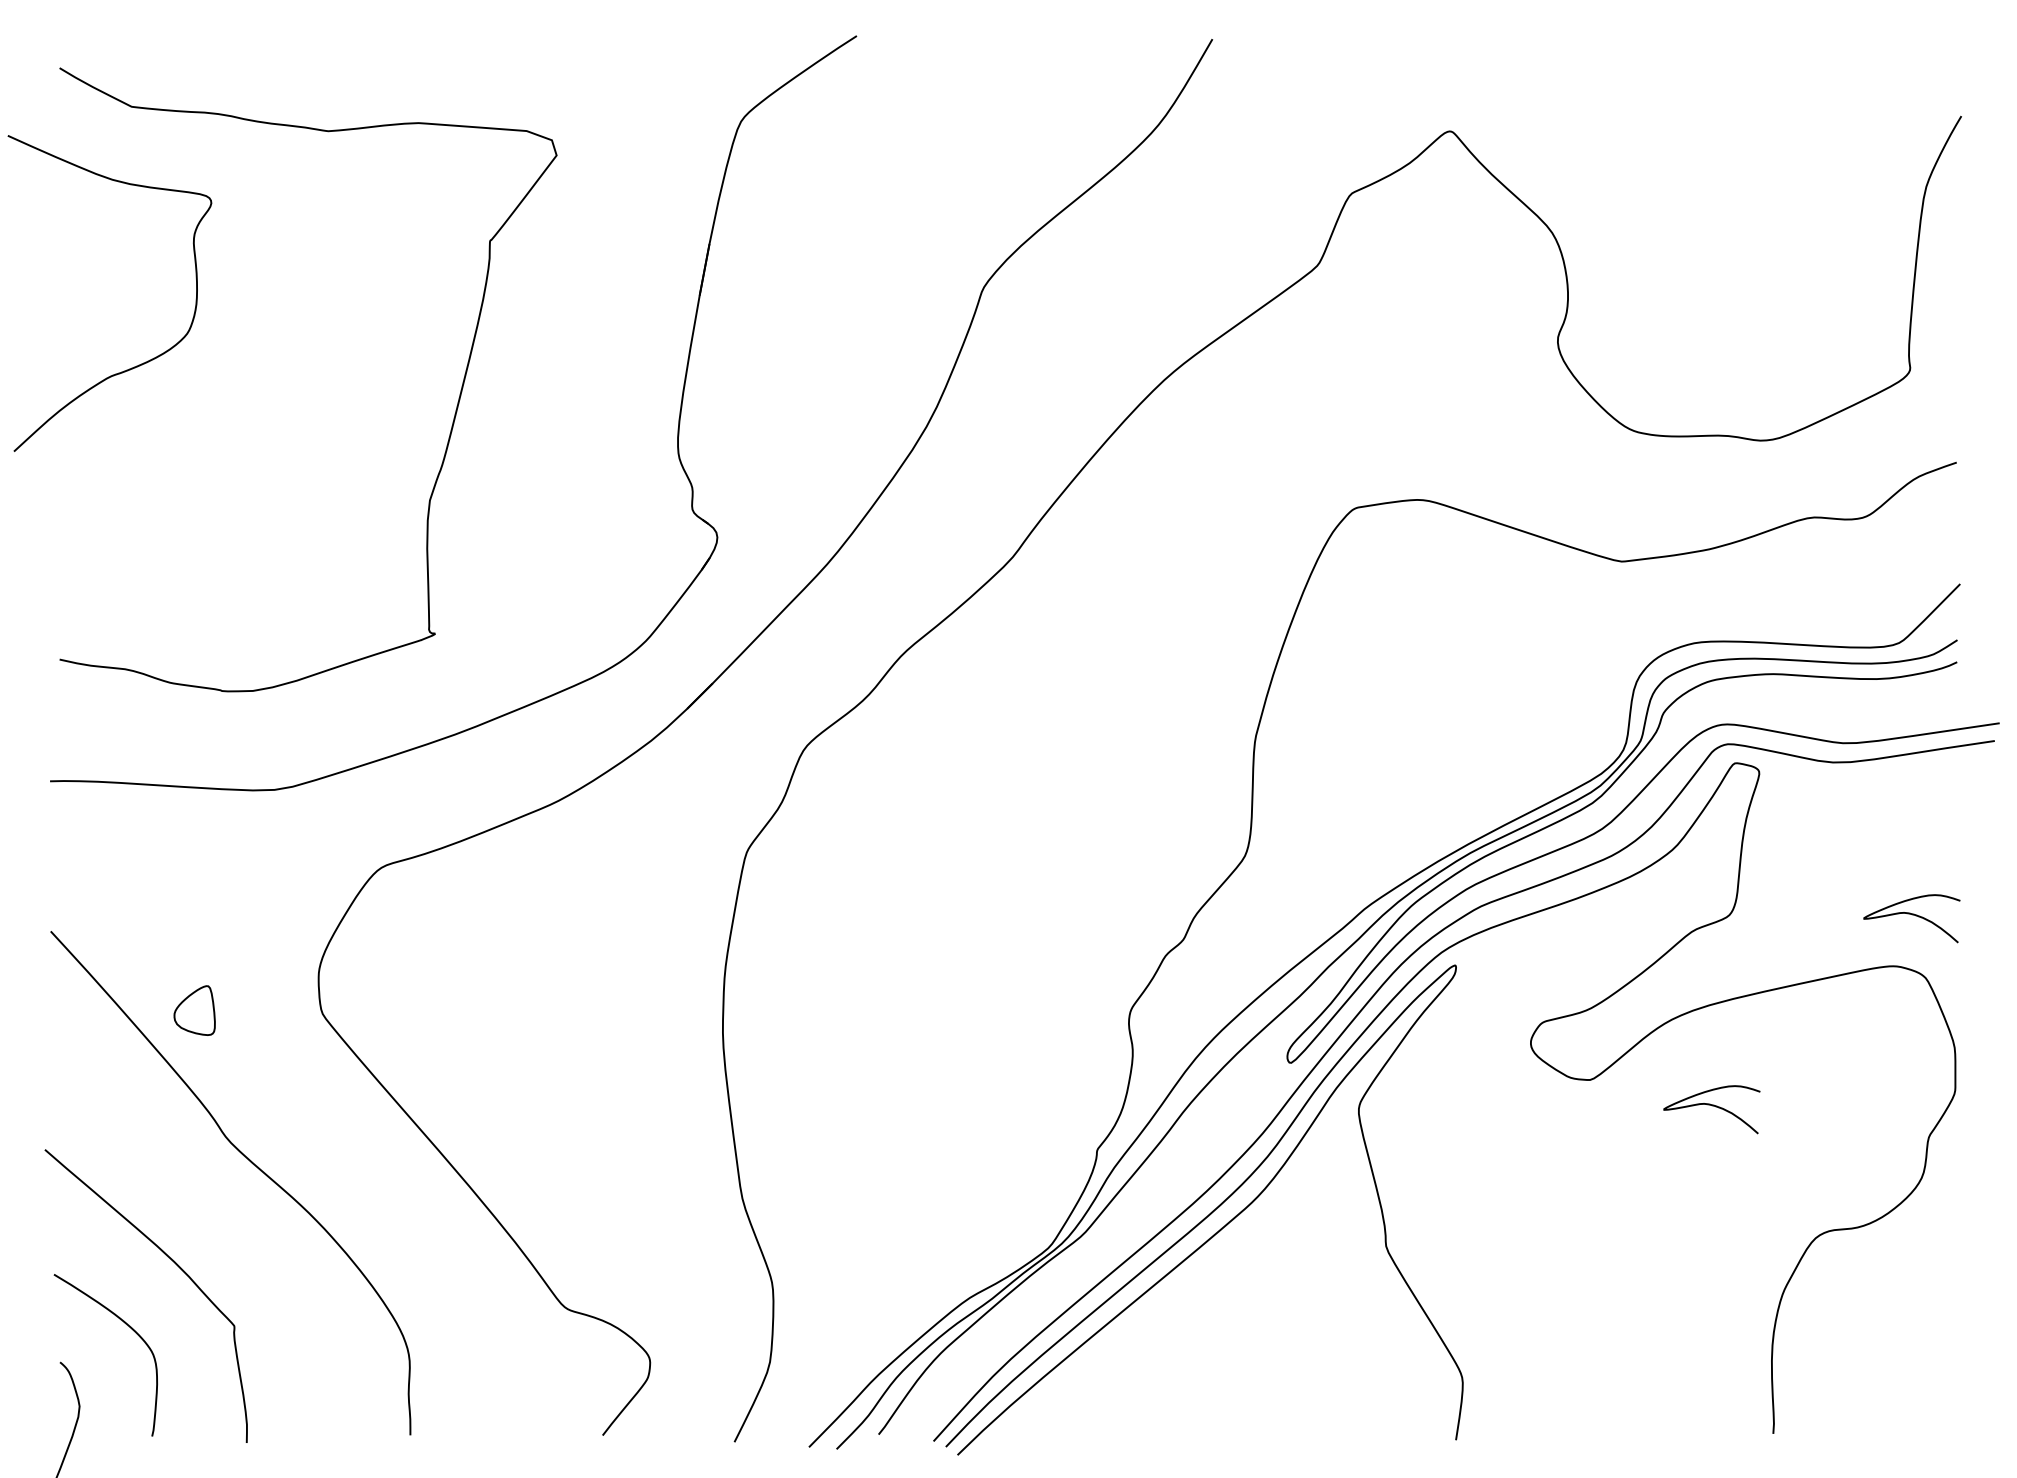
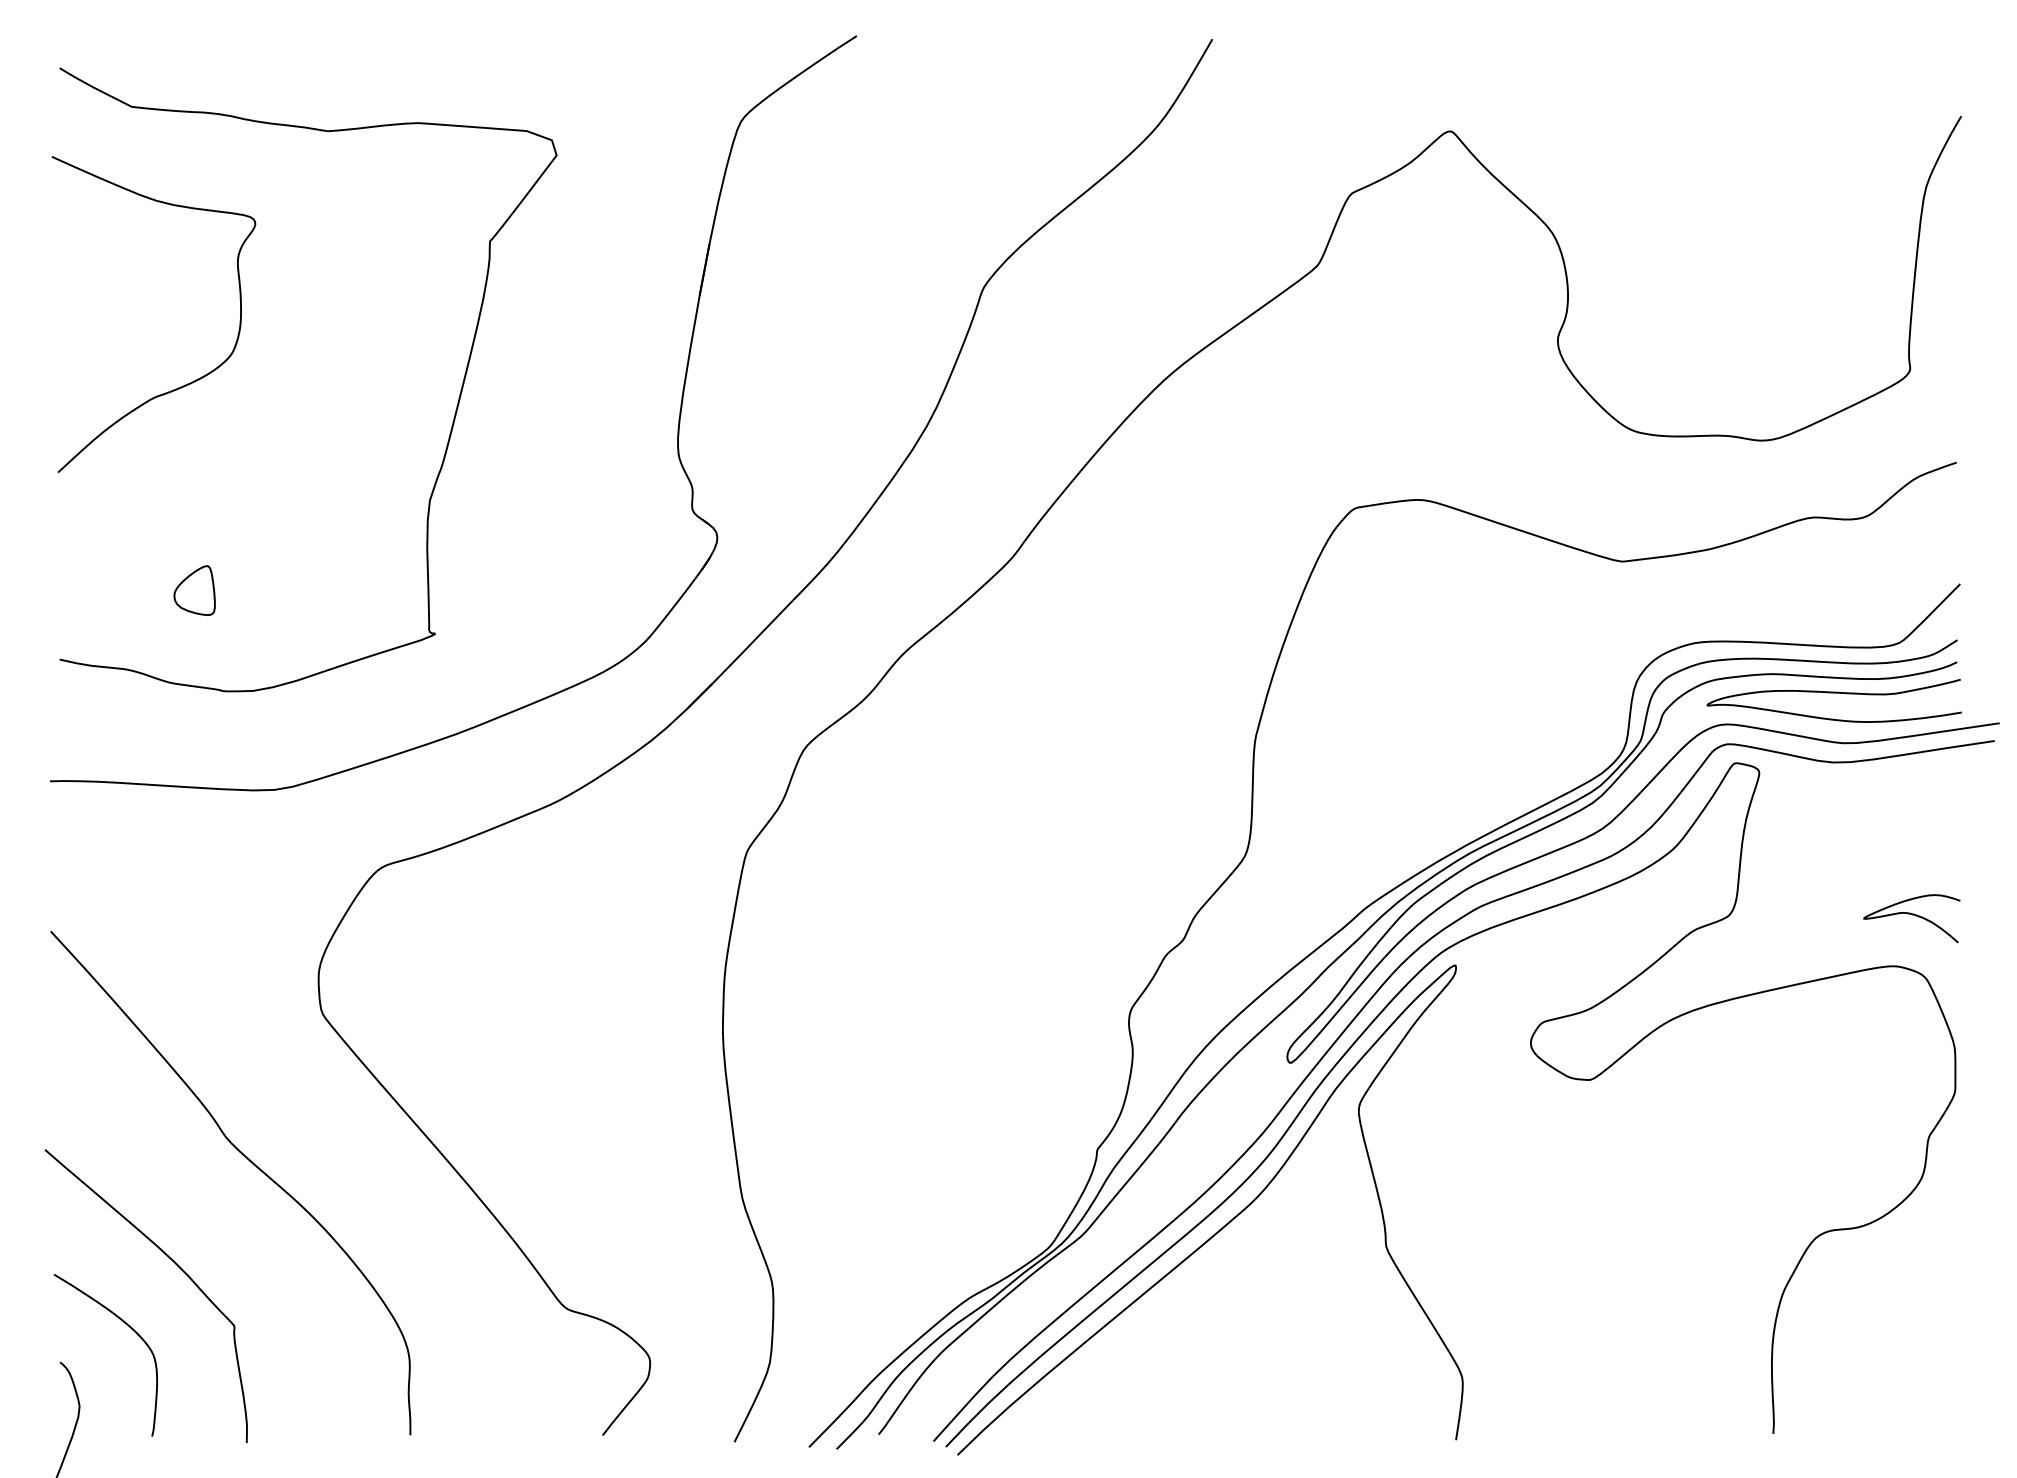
curve at (136, 365) position: (136, 365) -> (180, 386)
curve at (1833, 693): none -> present
part at (194, 1010) position: (194, 1010) -> (194, 590)
curve at (1712, 1106): present -> none
